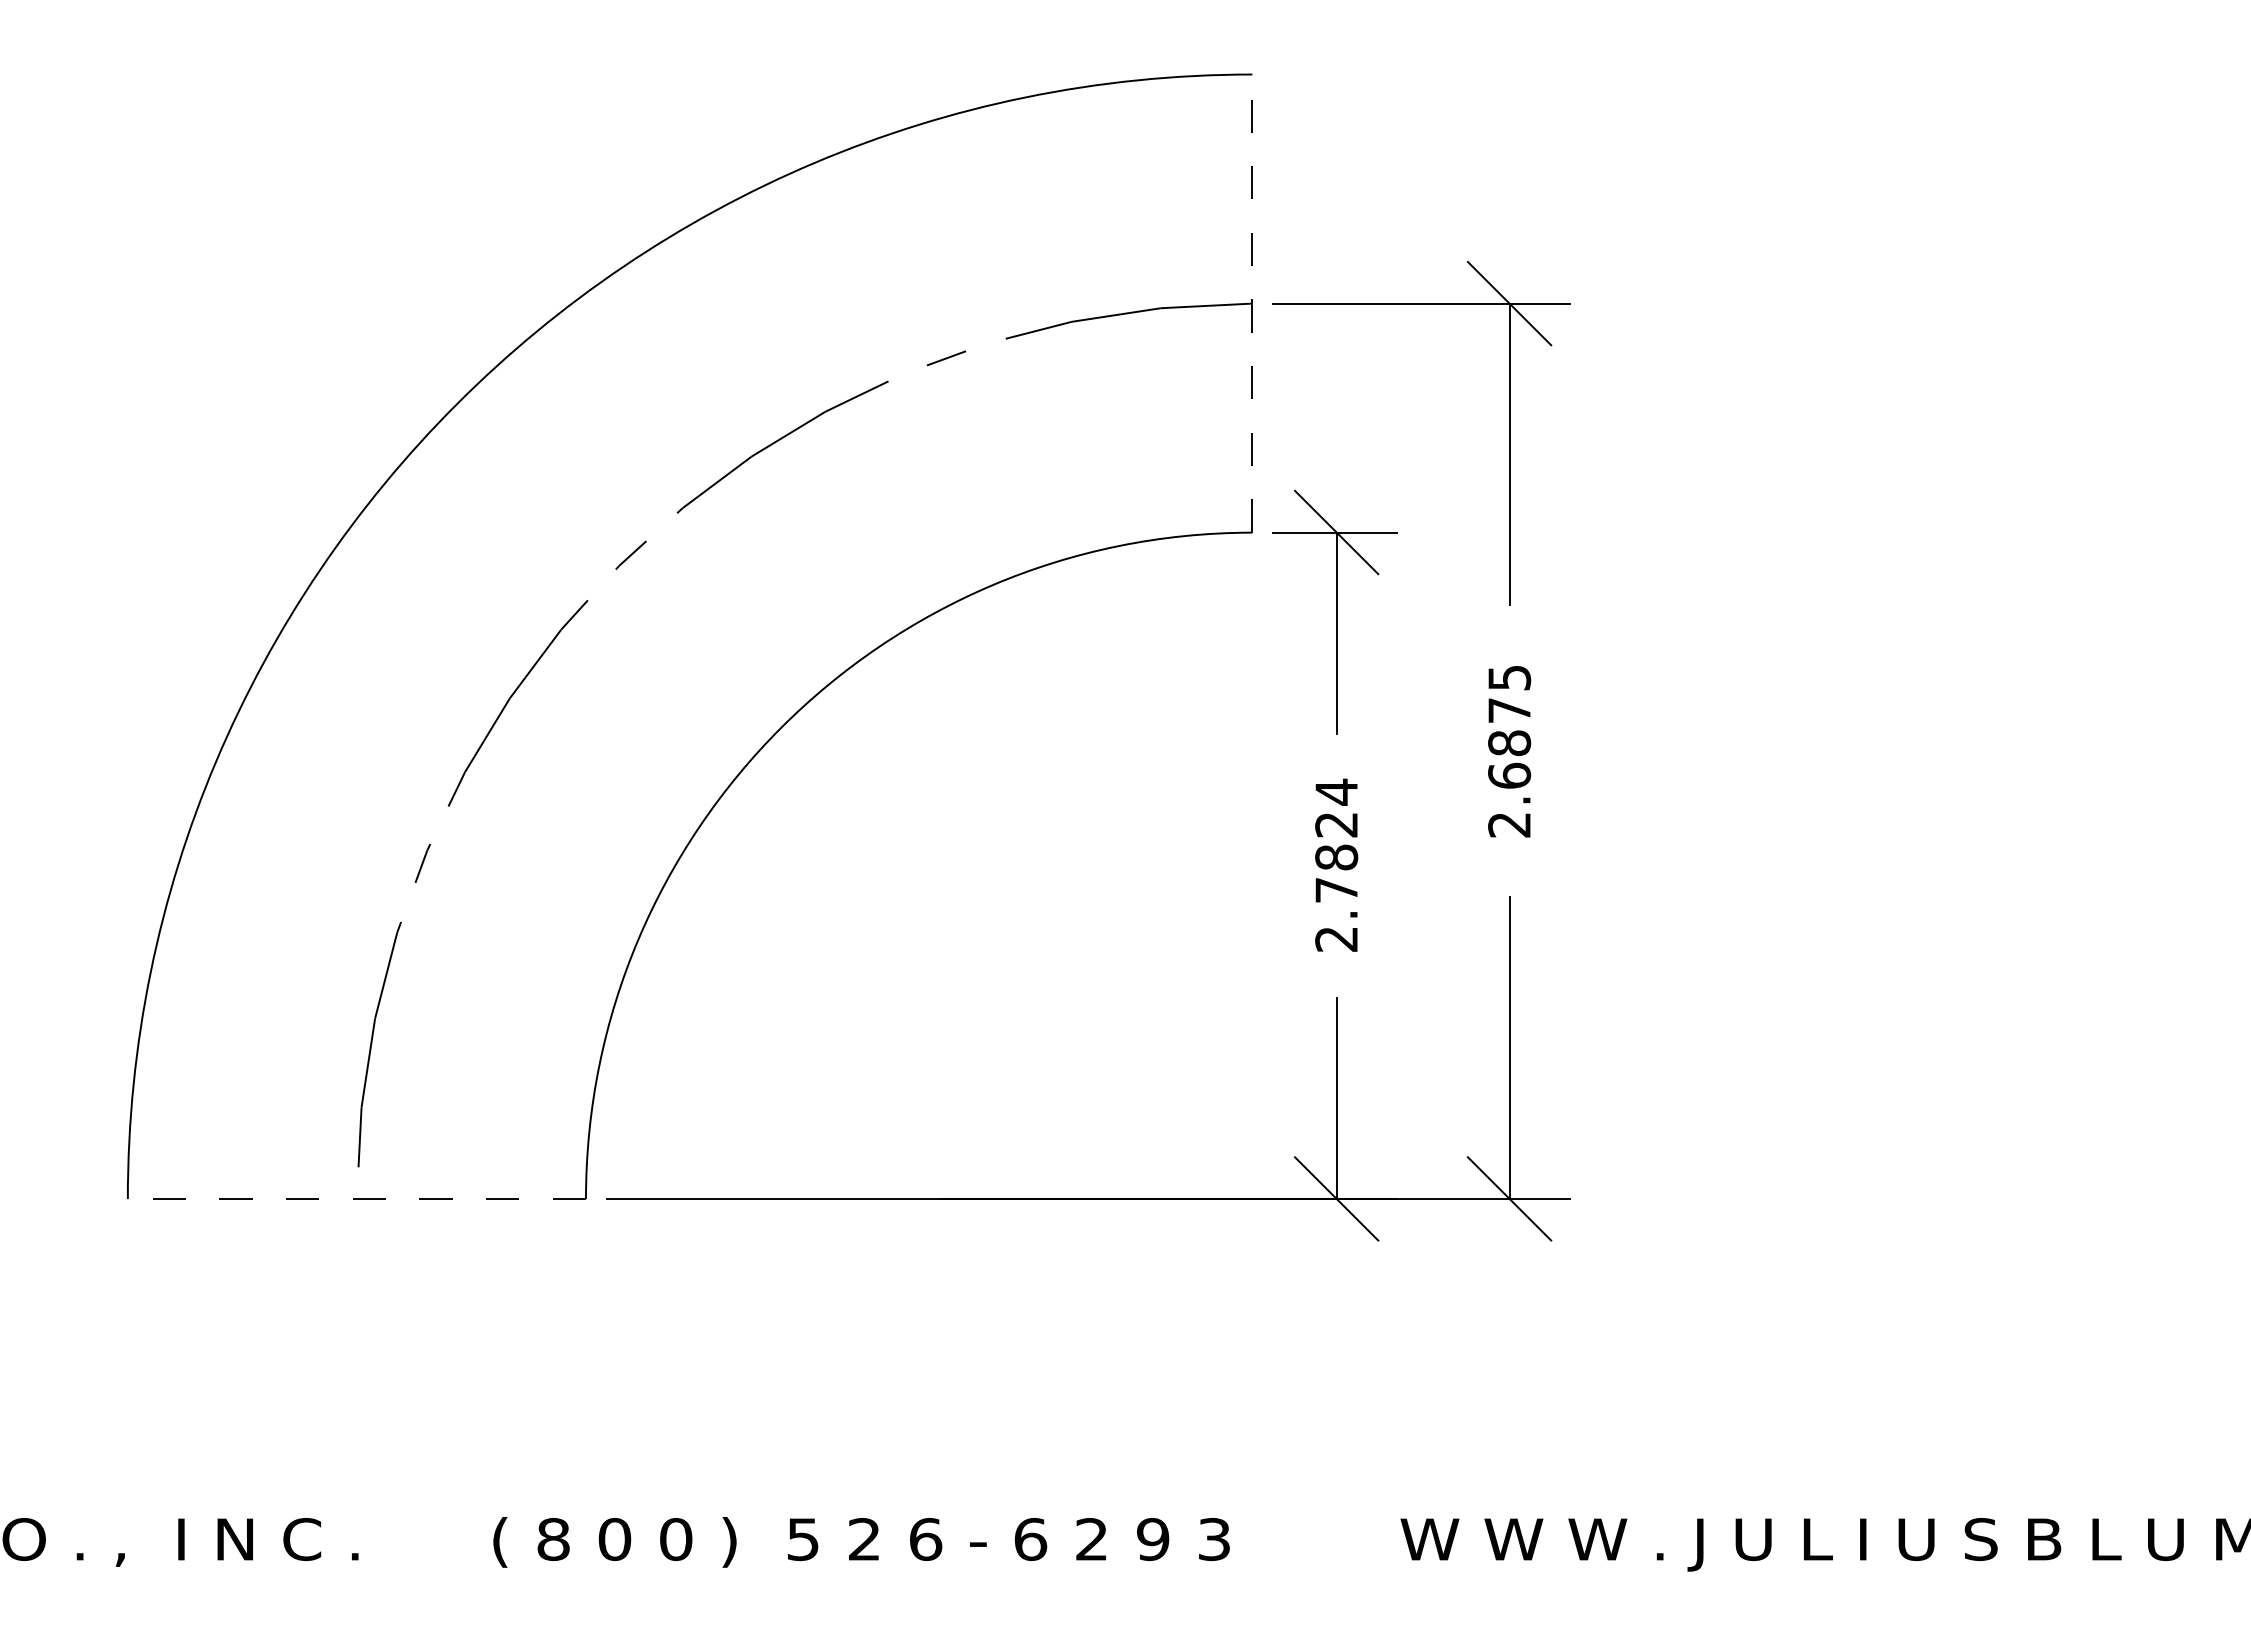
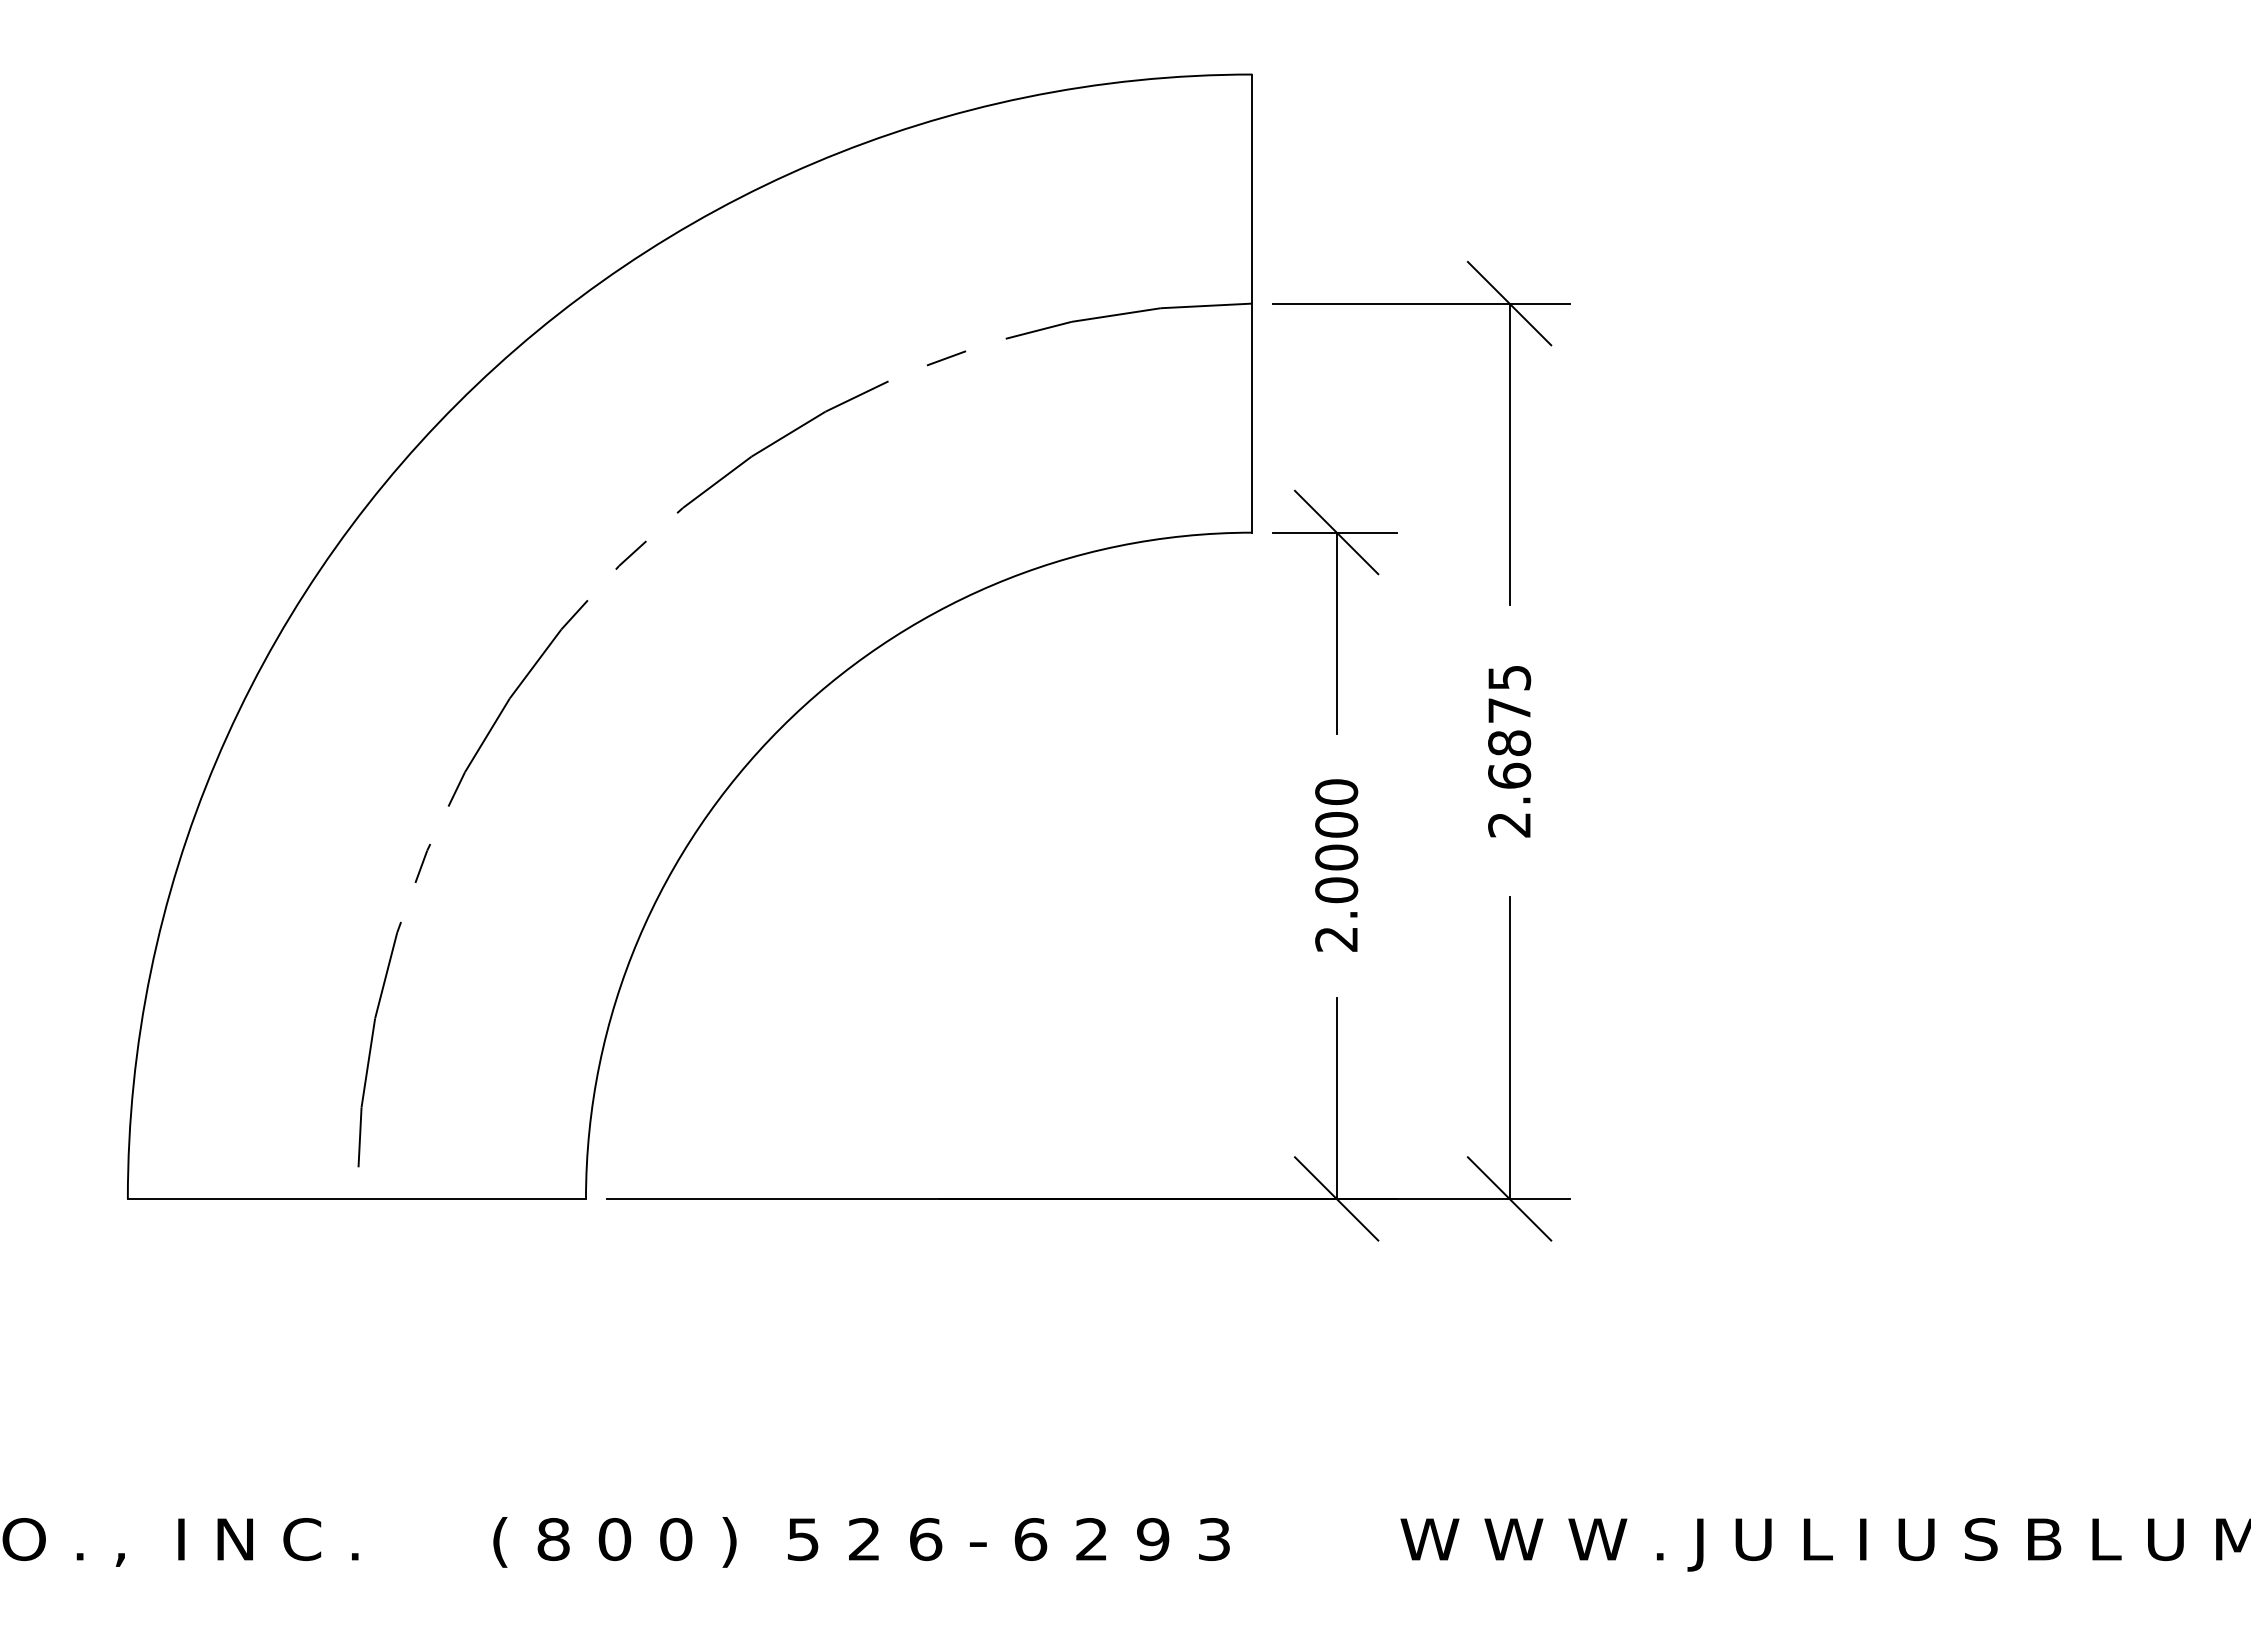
line at (1252, 303): dashed -> solid
text at (1336, 840): 2.7824 -> 2.0000
line at (356, 1199): dashed -> solid
